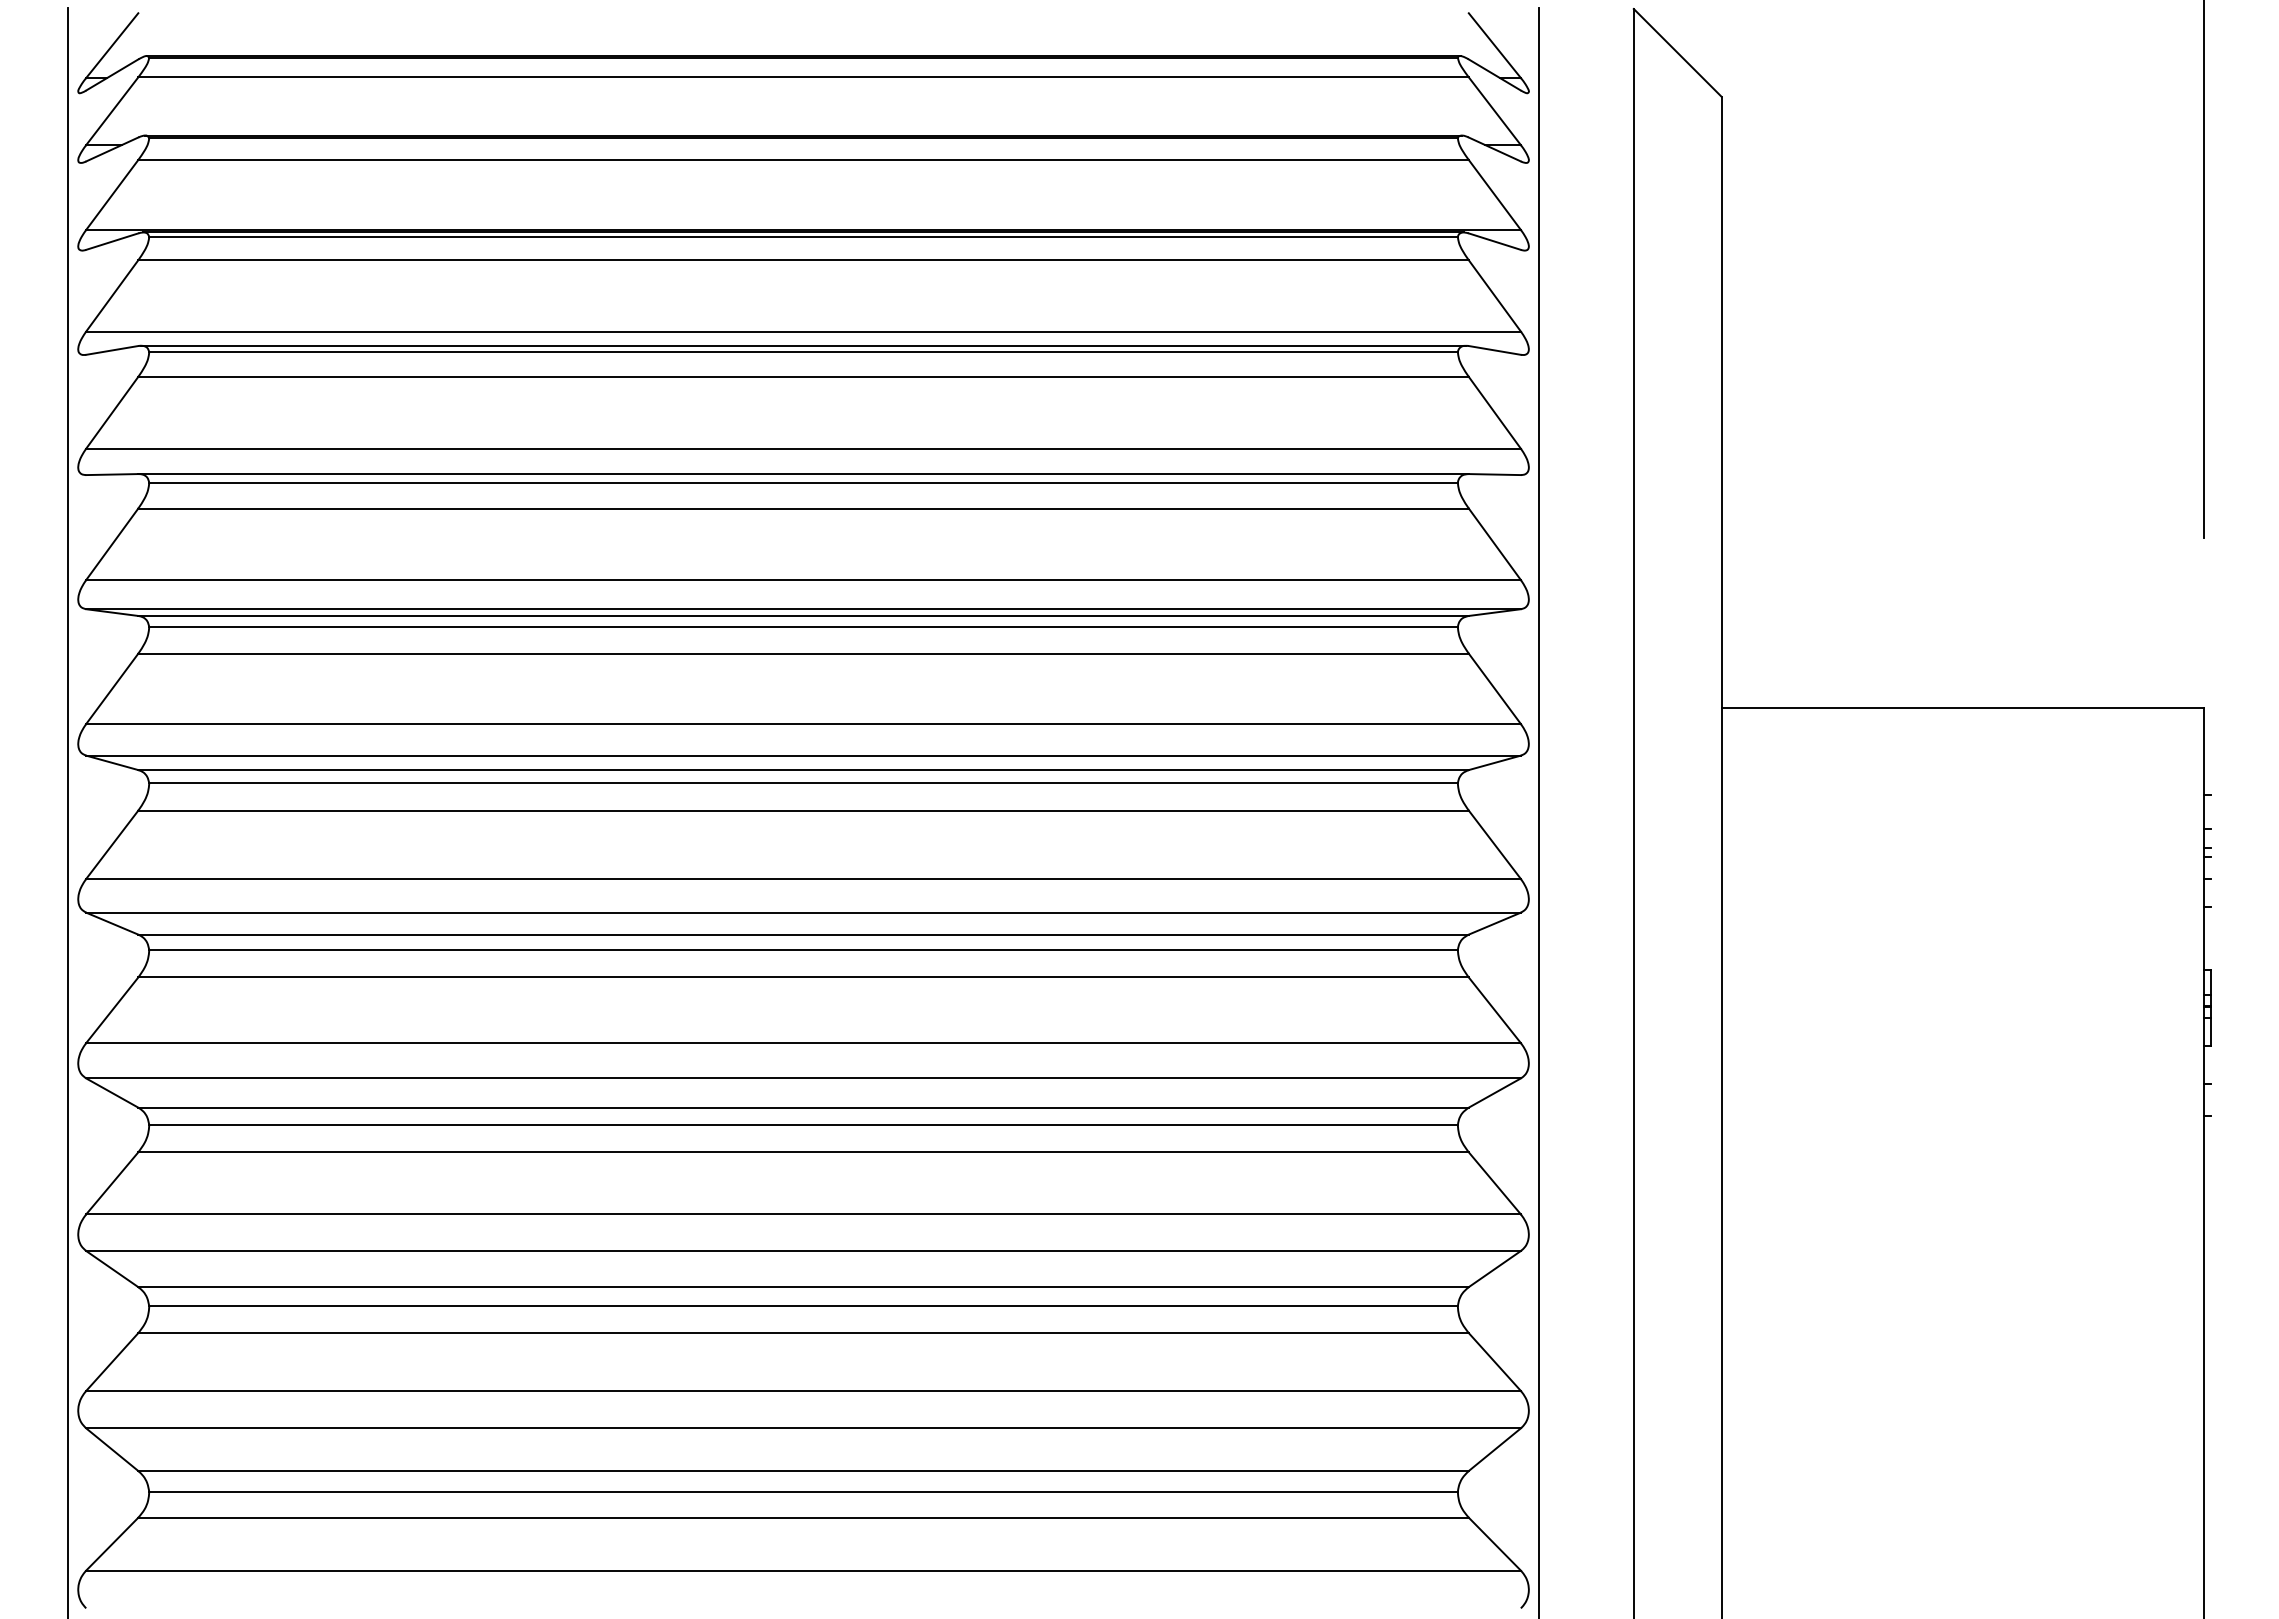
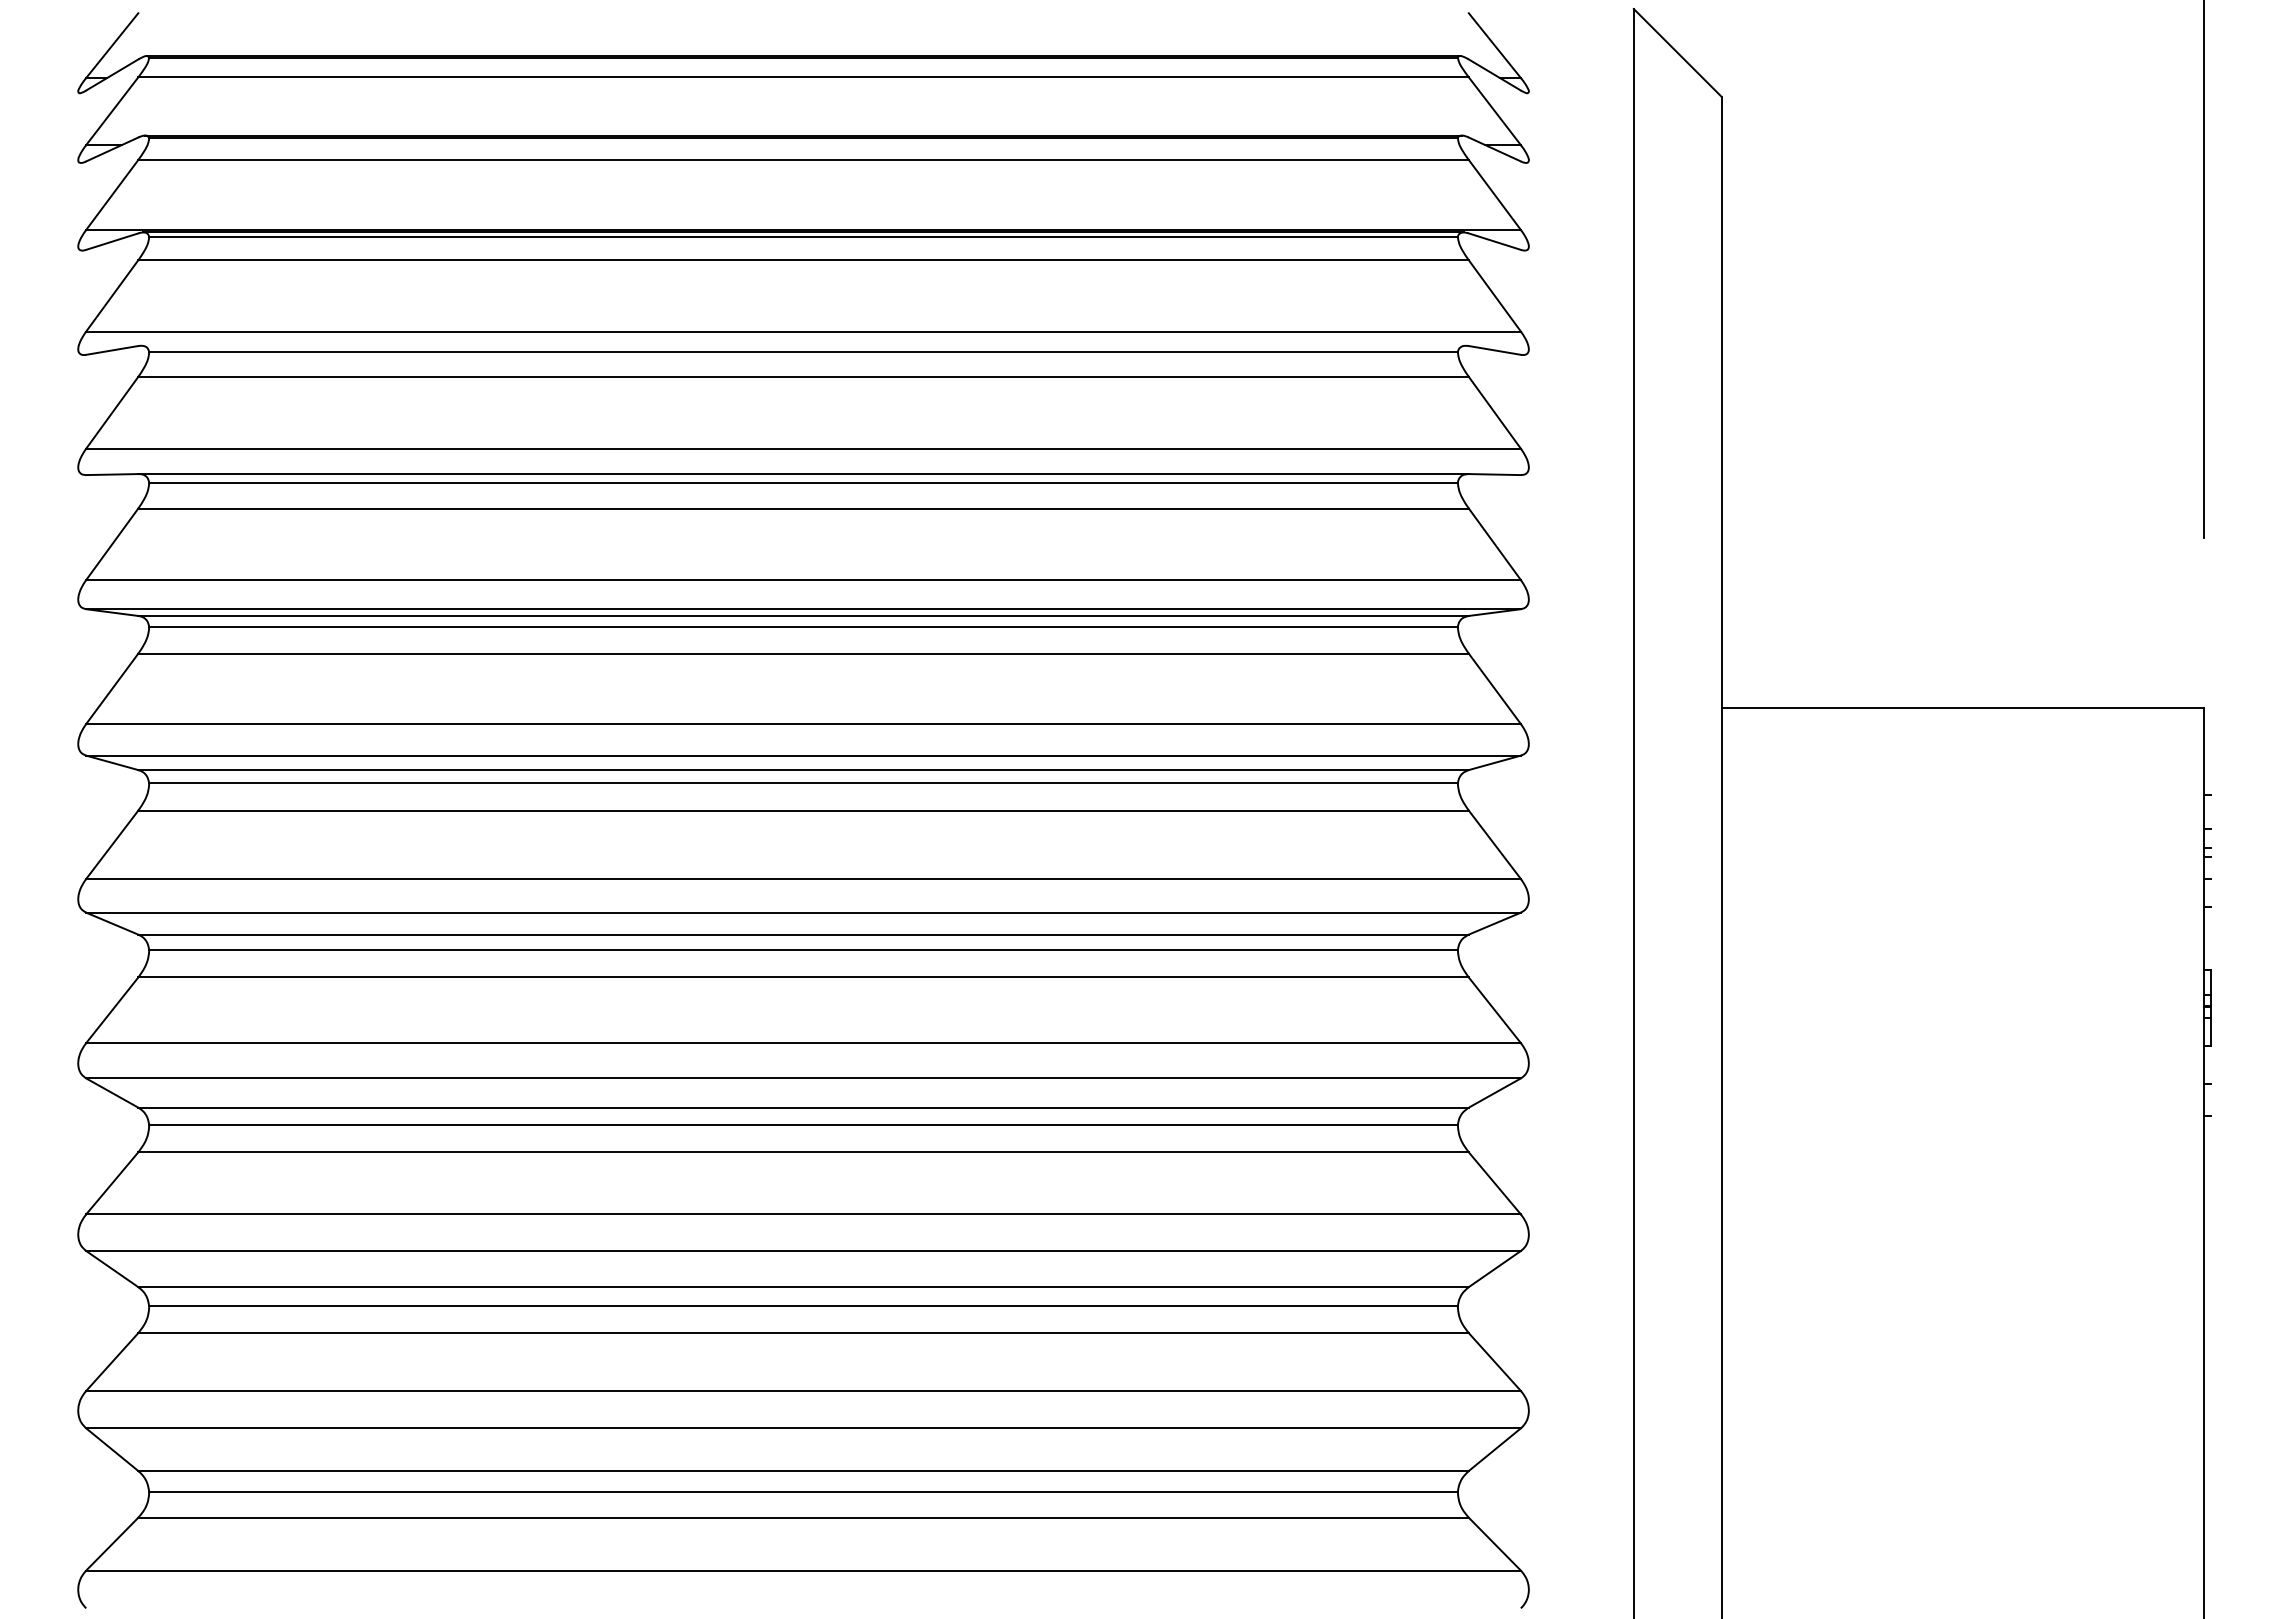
line at (803, 345): present -> none
line at (68, 811): present -> none
line at (1538, 811): present -> none
